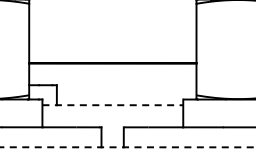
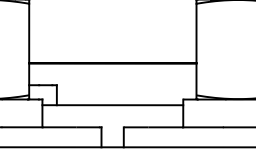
line at (113, 105): dashed -> solid
line at (128, 147): dashed -> solid
